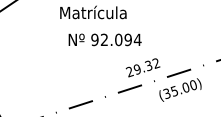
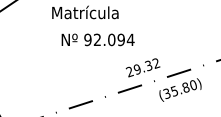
text at (93, 12) position: (93, 12) -> (85, 12)
text at (104, 39) position: (104, 39) -> (97, 39)
text at (185, 87): (35.00) -> (35.80)
